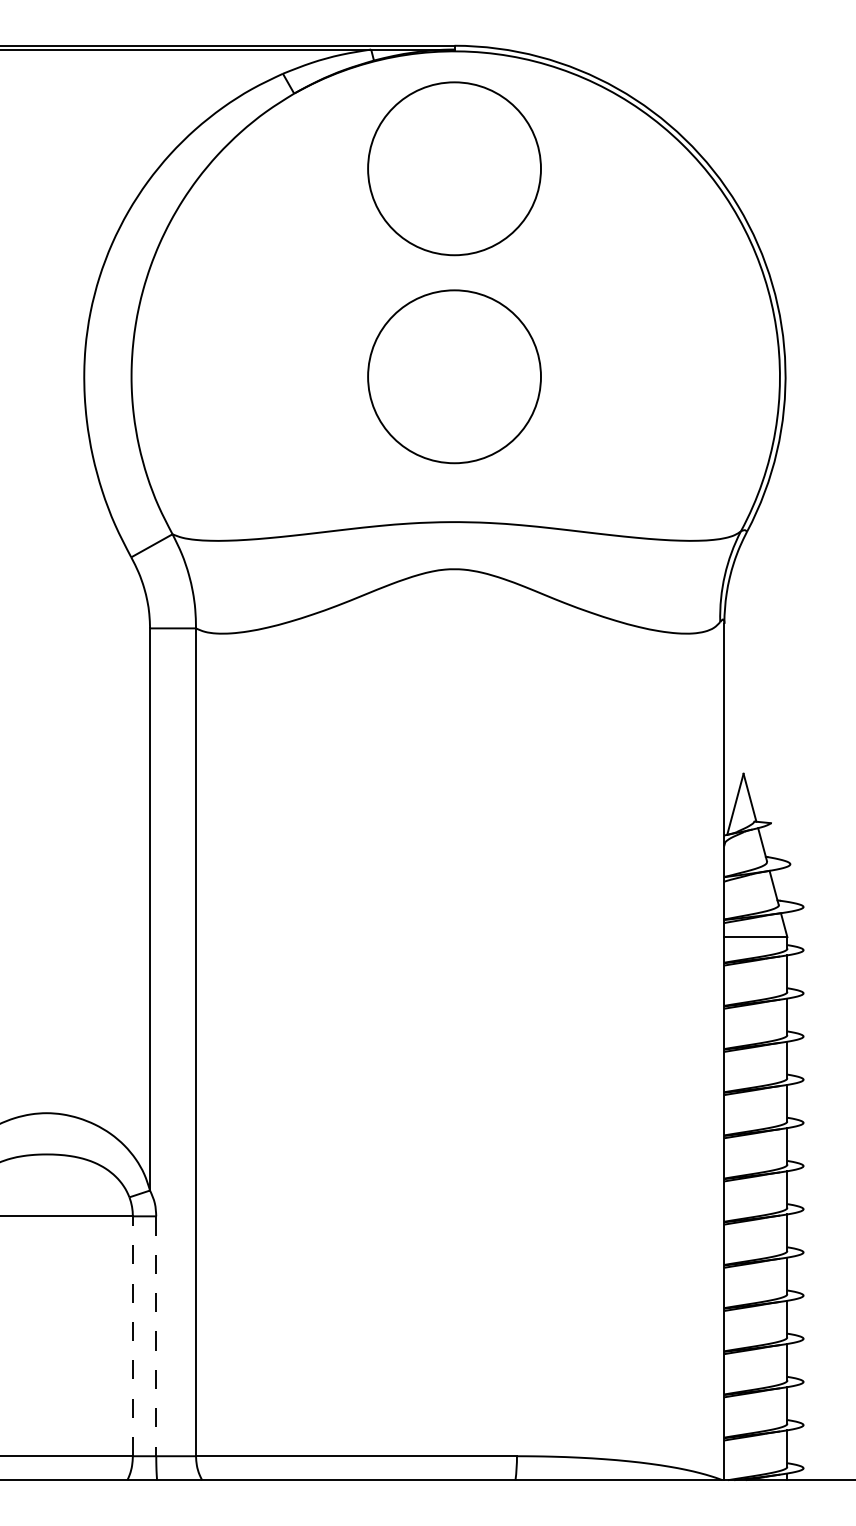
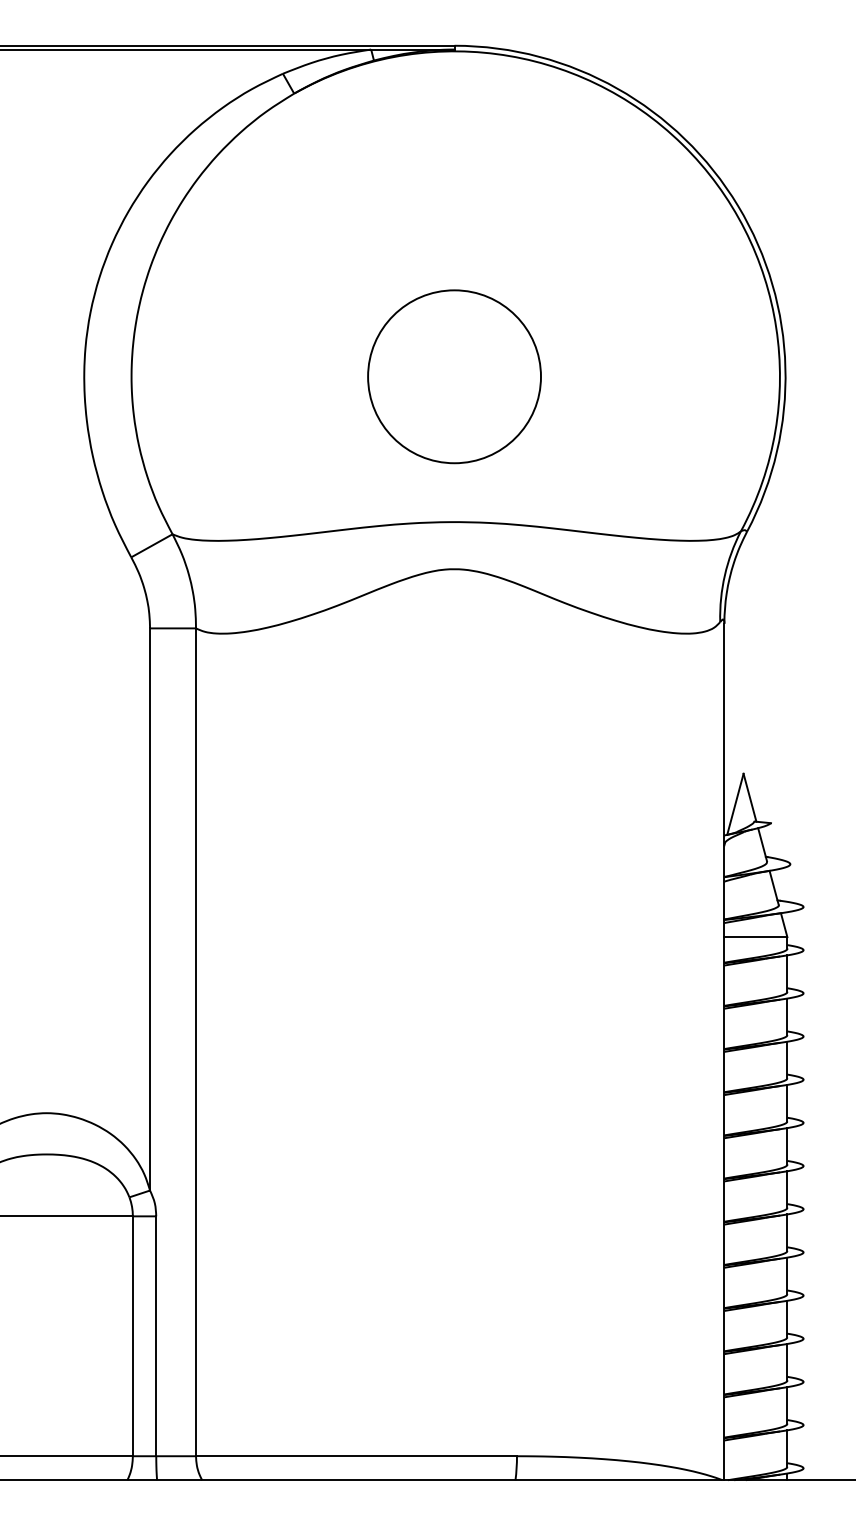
circle at (454, 168): present -> none
line at (132, 1336): dashed -> solid
line at (156, 1336): dashed -> solid
